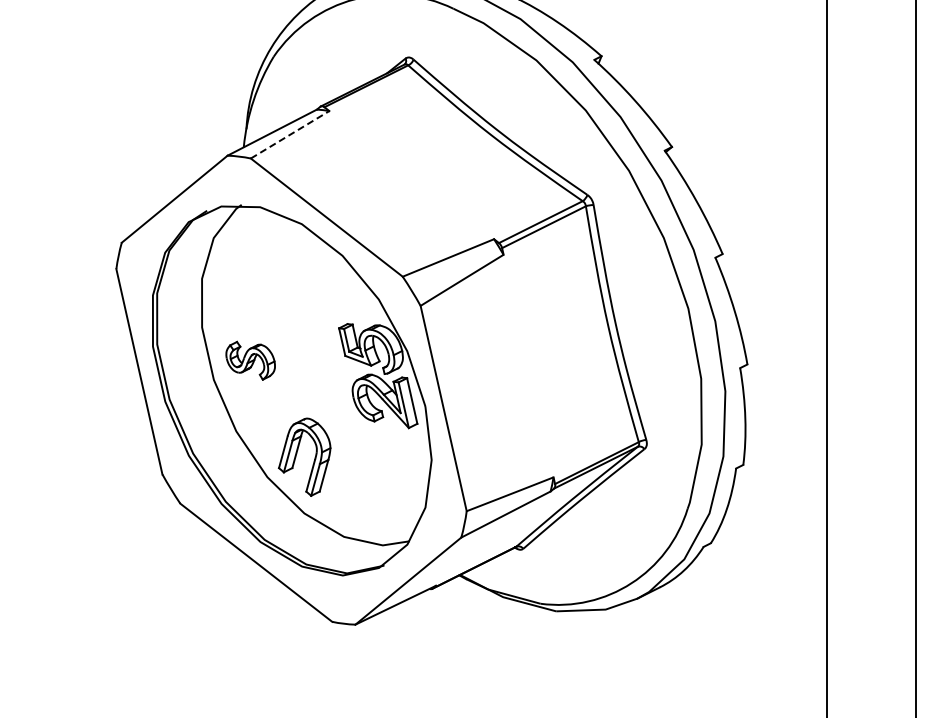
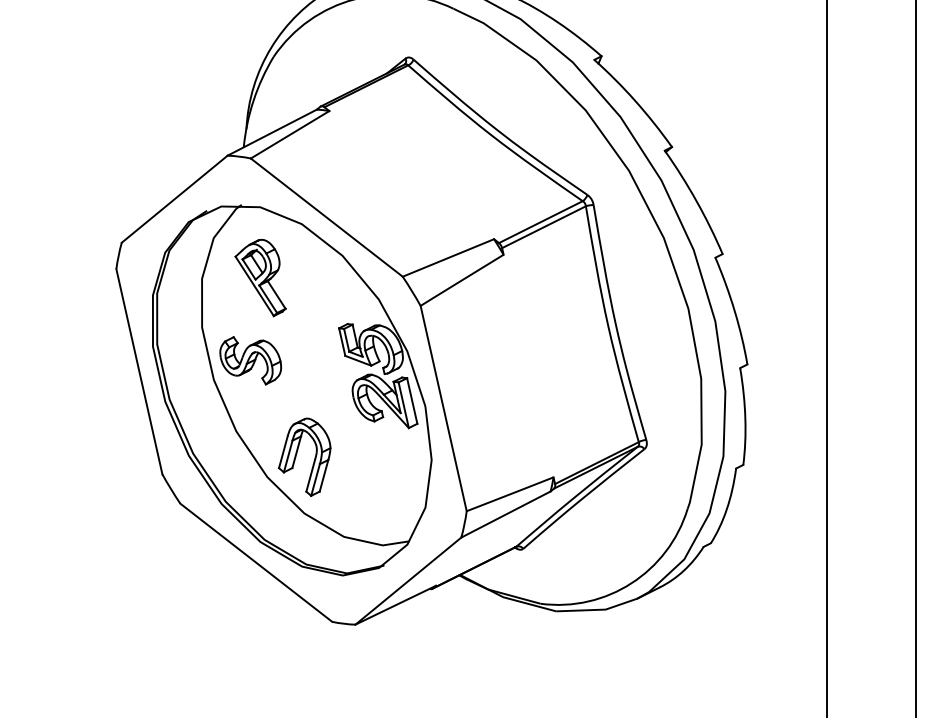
line at (290, 134): dashed -> solid
part at (260, 278): none -> present
part at (250, 360) size: 51x41 px -> 63x50 px
